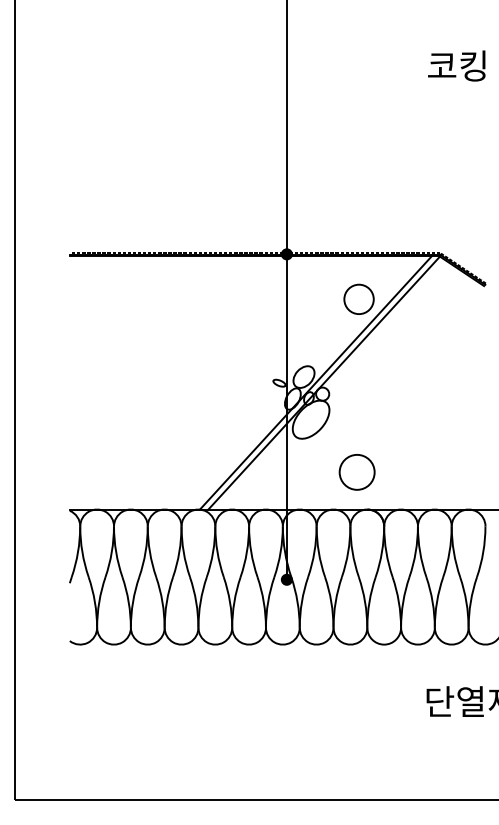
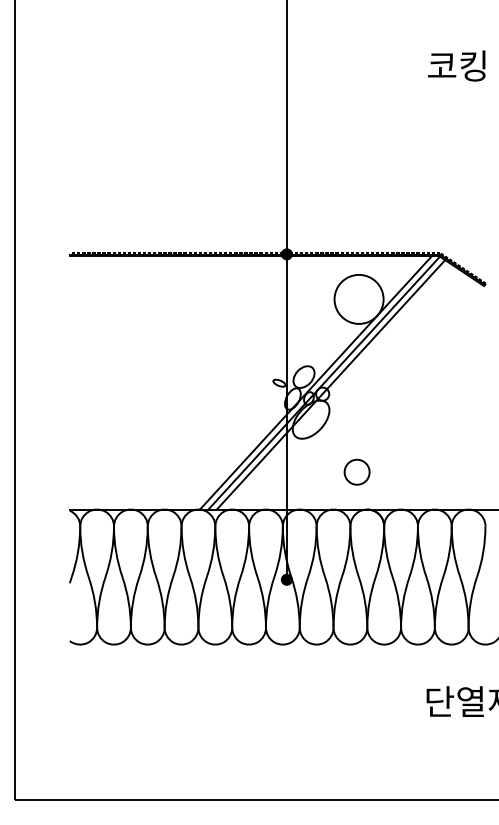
circle at (358, 299) diameter: 29 px -> 49 px
line at (330, 384): none -> present
circle at (356, 472) size: 38x37 px -> 28x28 px
